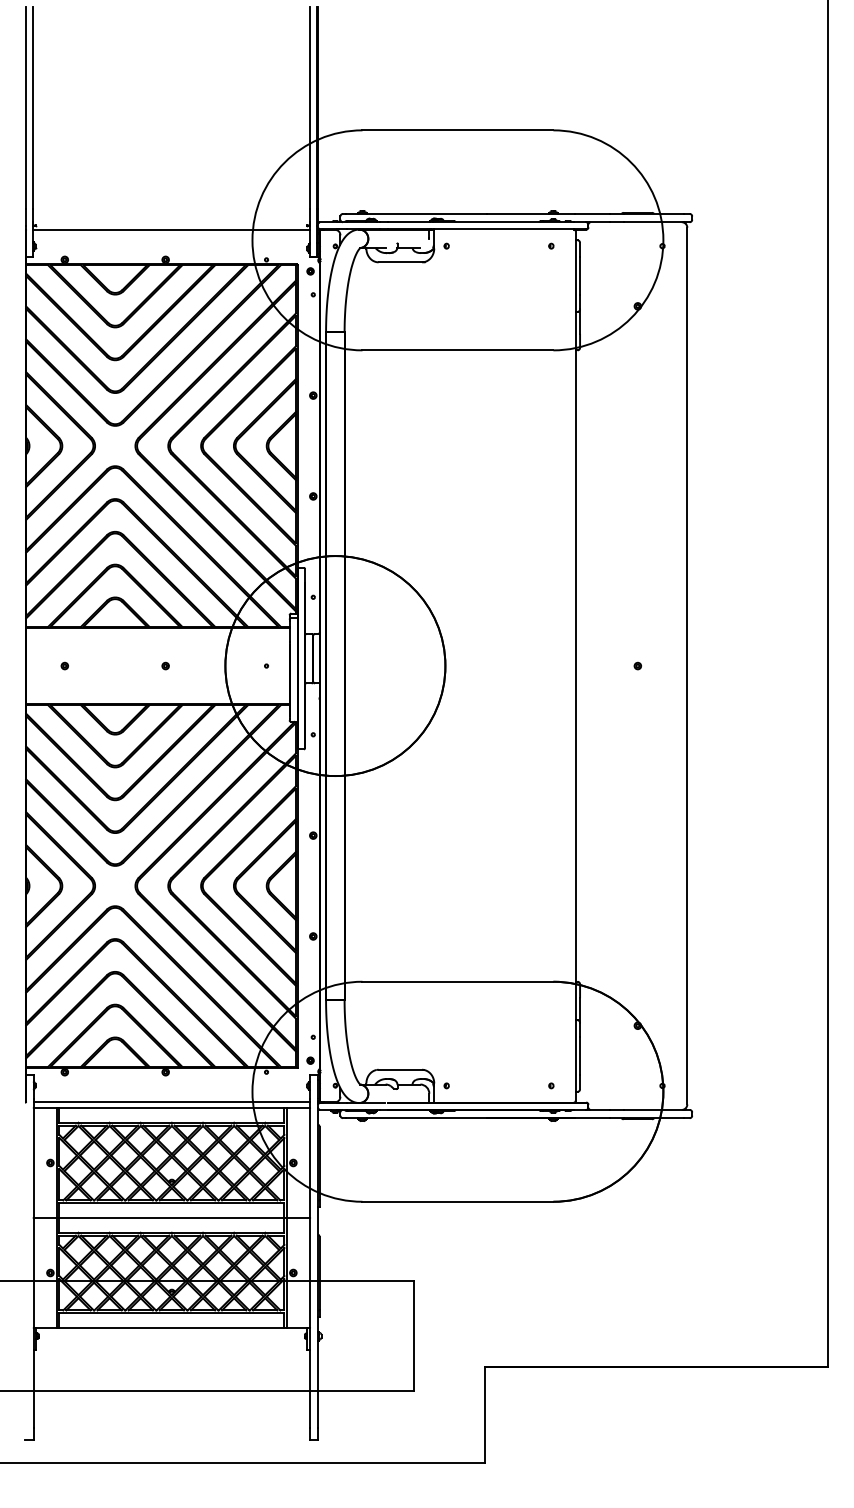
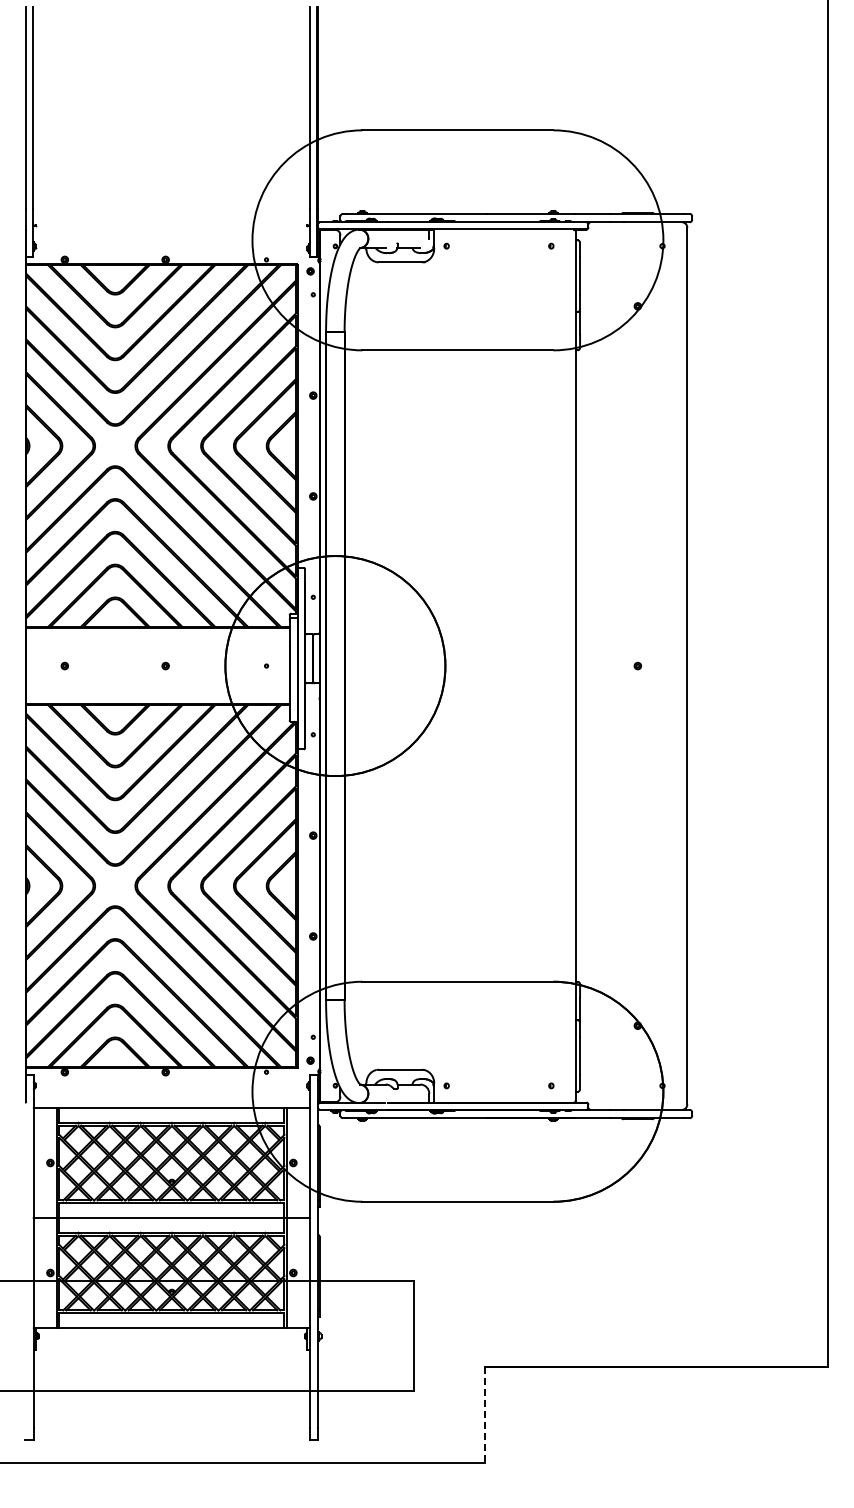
line at (171, 229): present -> none
line at (171, 1102): present -> none
line at (485, 1414): solid -> dashed
